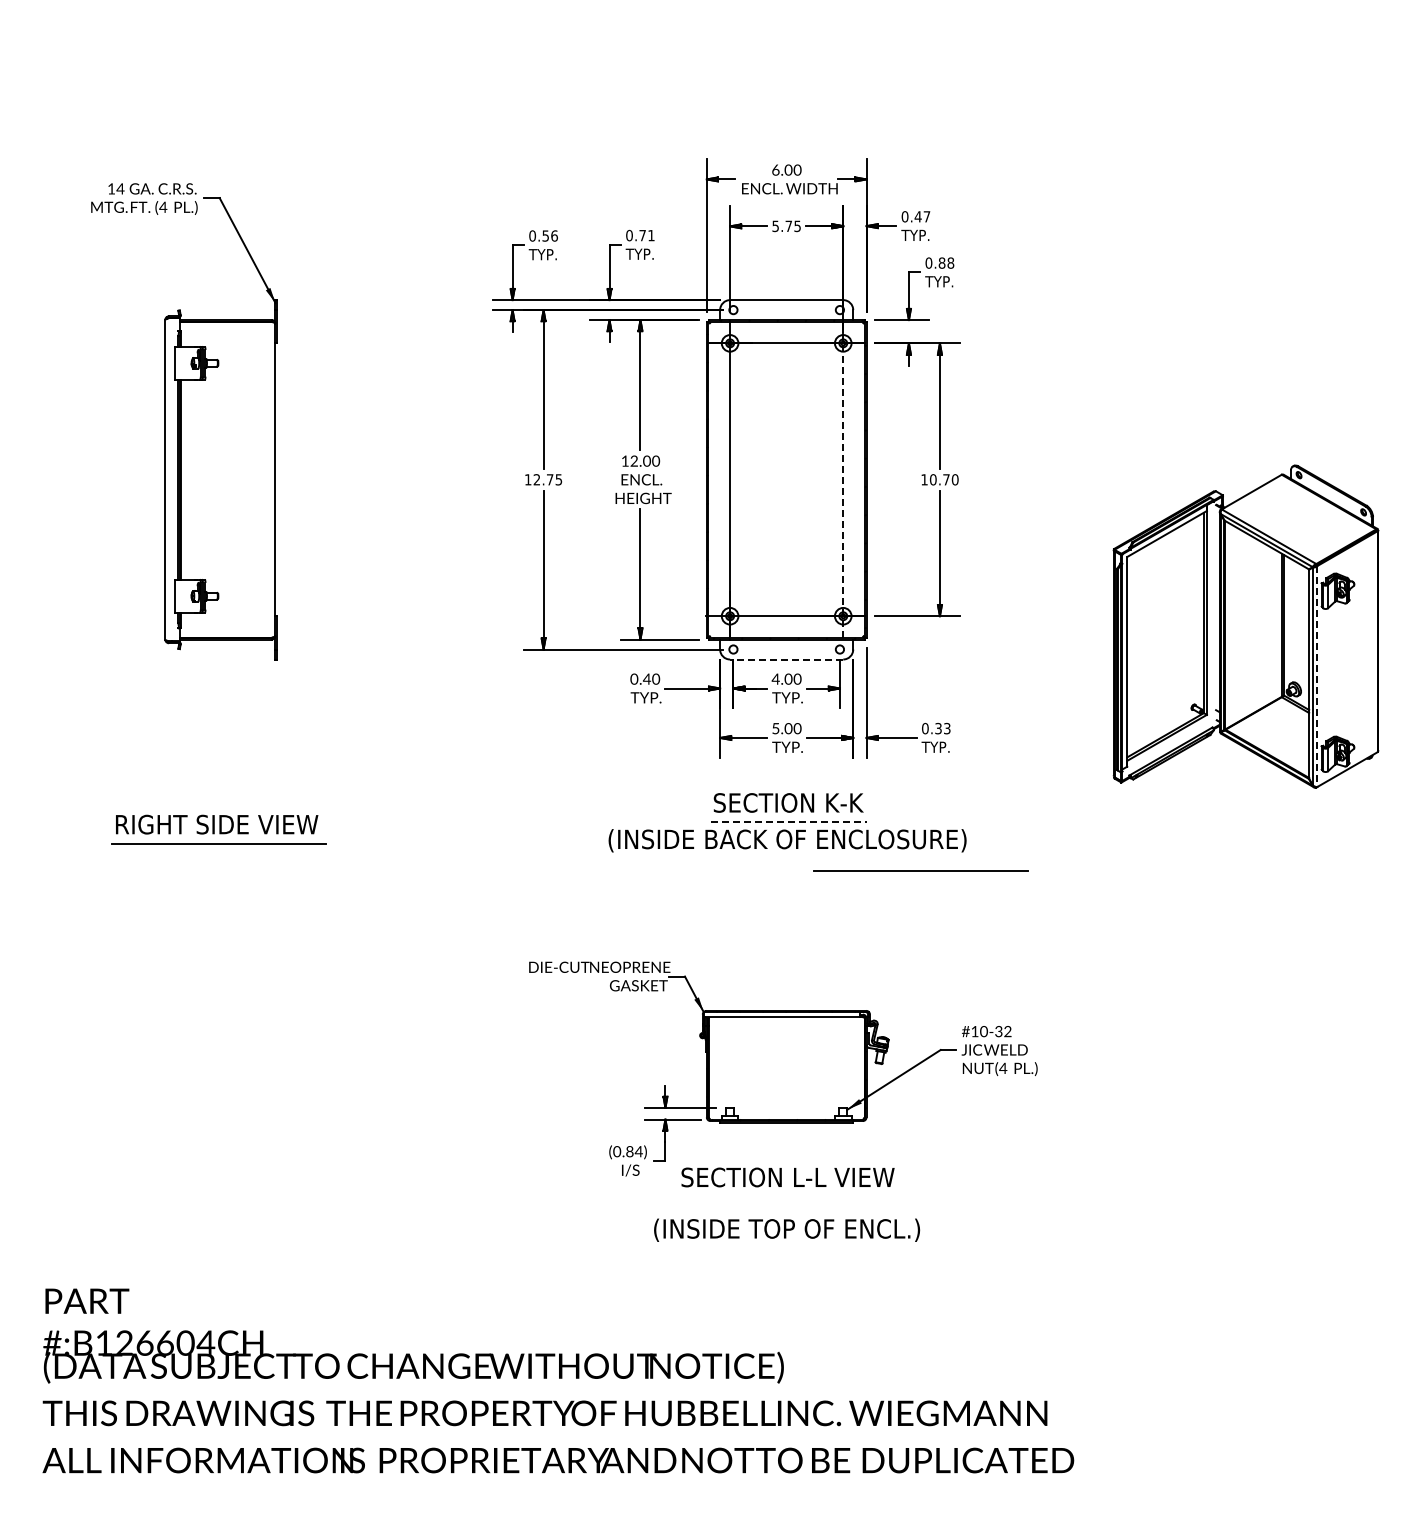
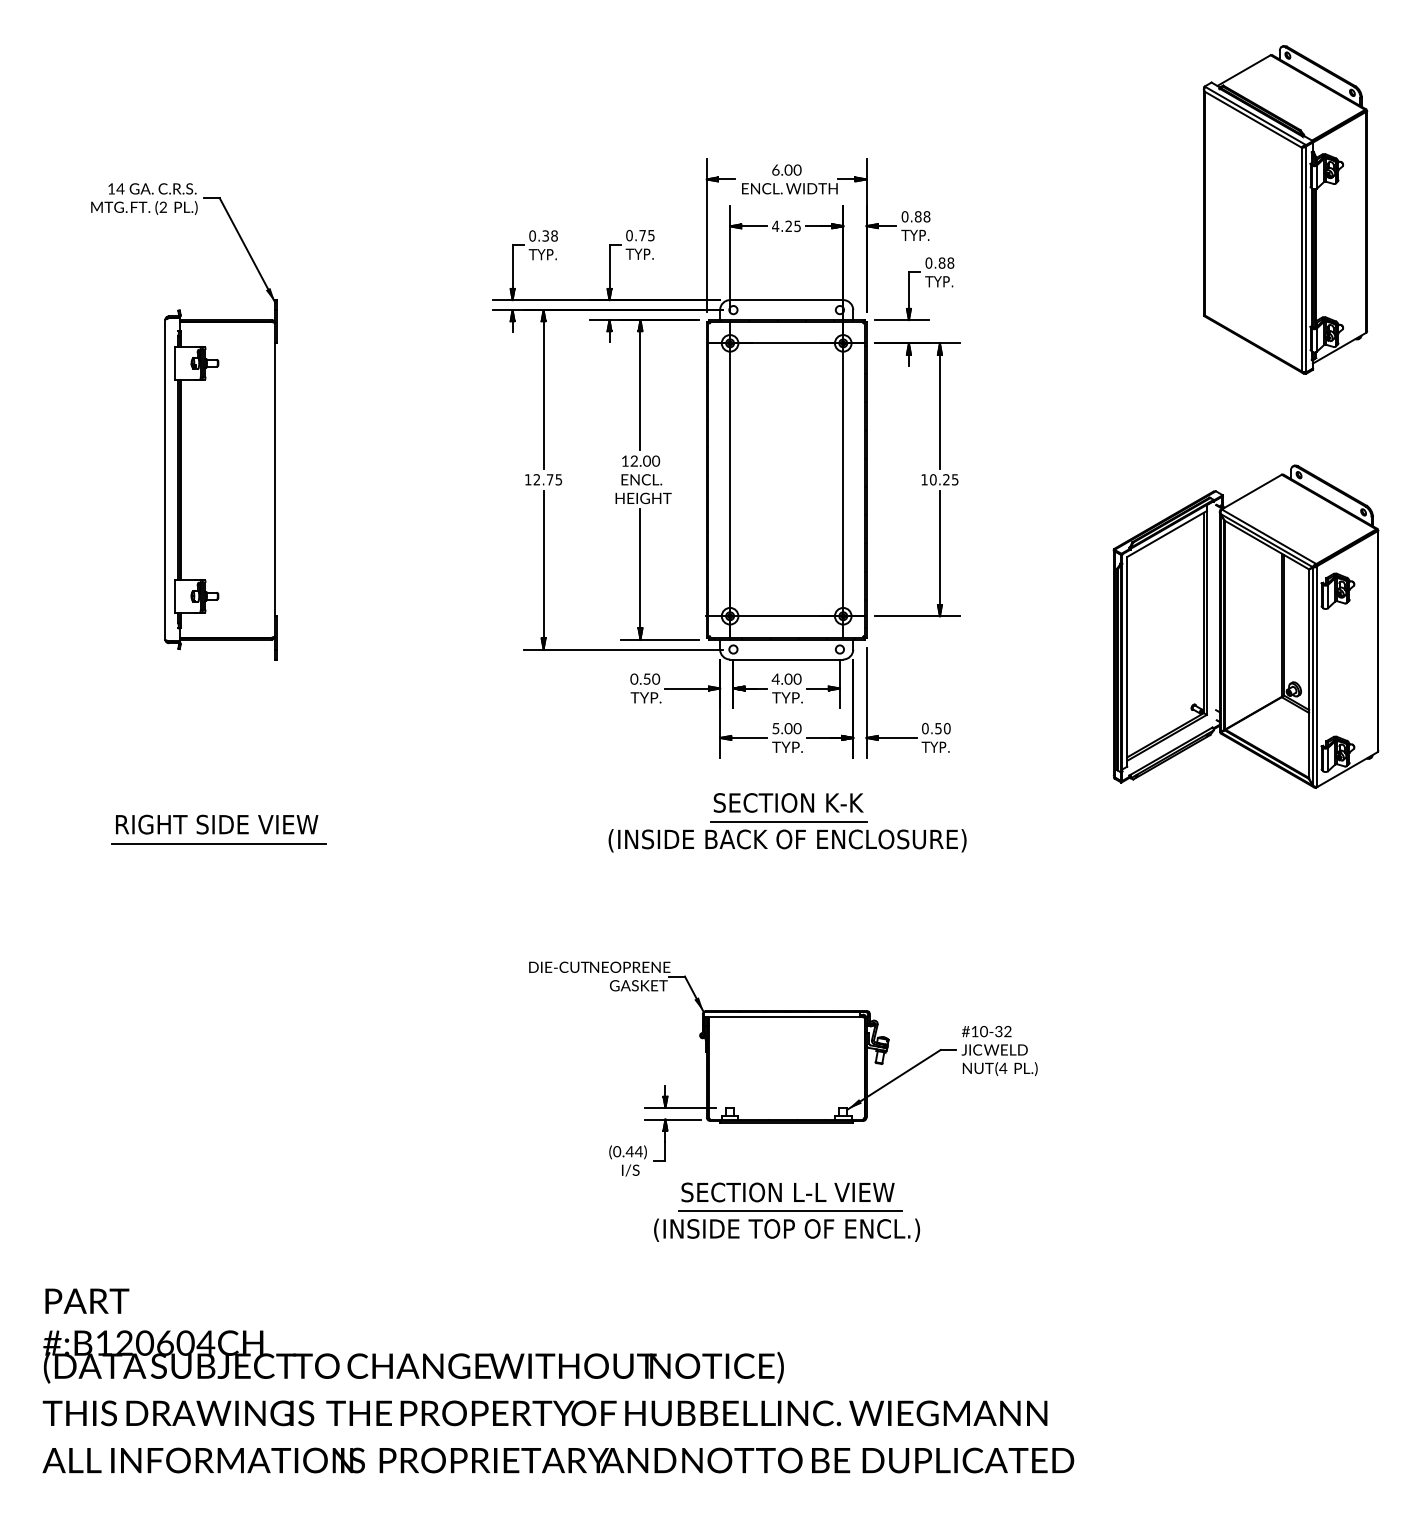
text at (163, 206): (4 -> (2
part at (1285, 209): none -> present
text at (922, 216): 0.47 -> 0.88
text at (781, 226): 5.75 -> 4.25
text at (549, 235): 0.56 -> 0.38
text at (651, 235): 0.71 -> 0.75
line at (843, 479): dashed -> solid
text at (950, 479): 10.70 -> 10.25
line at (786, 659): dashed -> solid
line at (1317, 676): dashed -> solid
text at (647, 678): 0.40 -> 0.50
text at (942, 728): 0.33 -> 0.50
line at (789, 821): dashed -> solid
line at (920, 870): present -> none
text at (629, 1151): (0.84) -> (0.44)
text at (787, 1177) position: (787, 1177) -> (787, 1192)
line at (790, 1211): none -> present
text at (145, 1342): #:B126604CH -> #:B120604CH
